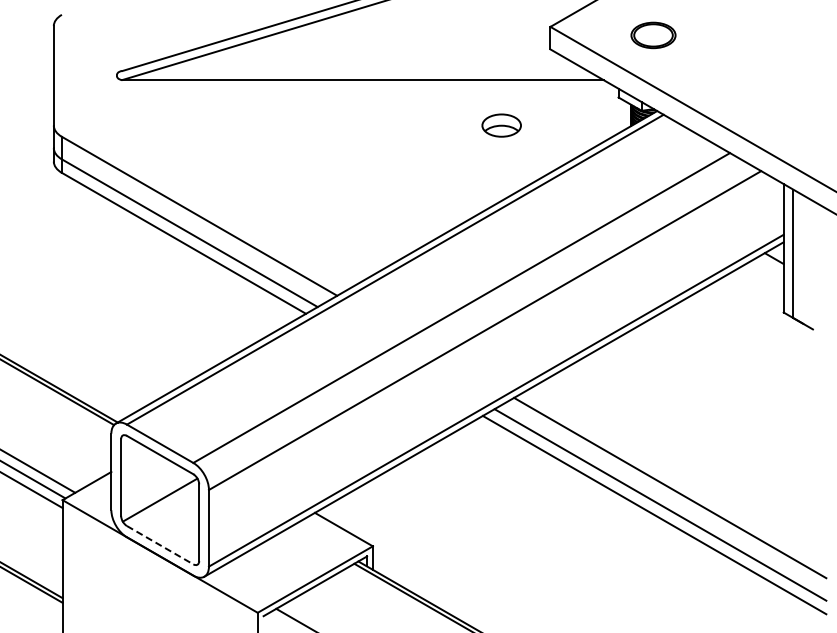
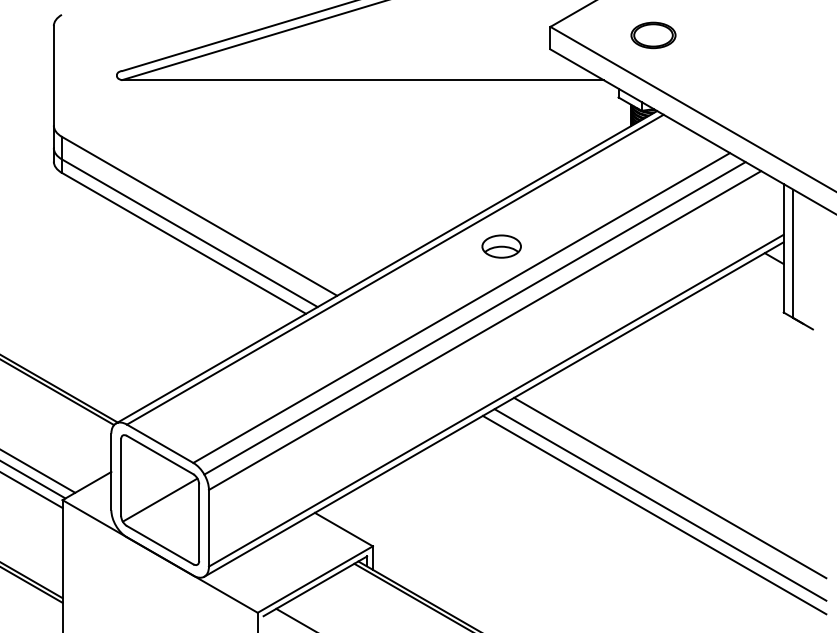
part at (501, 125) position: (501, 125) -> (501, 246)
line at (474, 318): none -> present
line at (160, 545): dashed -> solid
